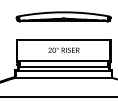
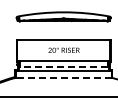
line at (63, 66): solid -> dashed
line at (63, 77): solid -> dashed
